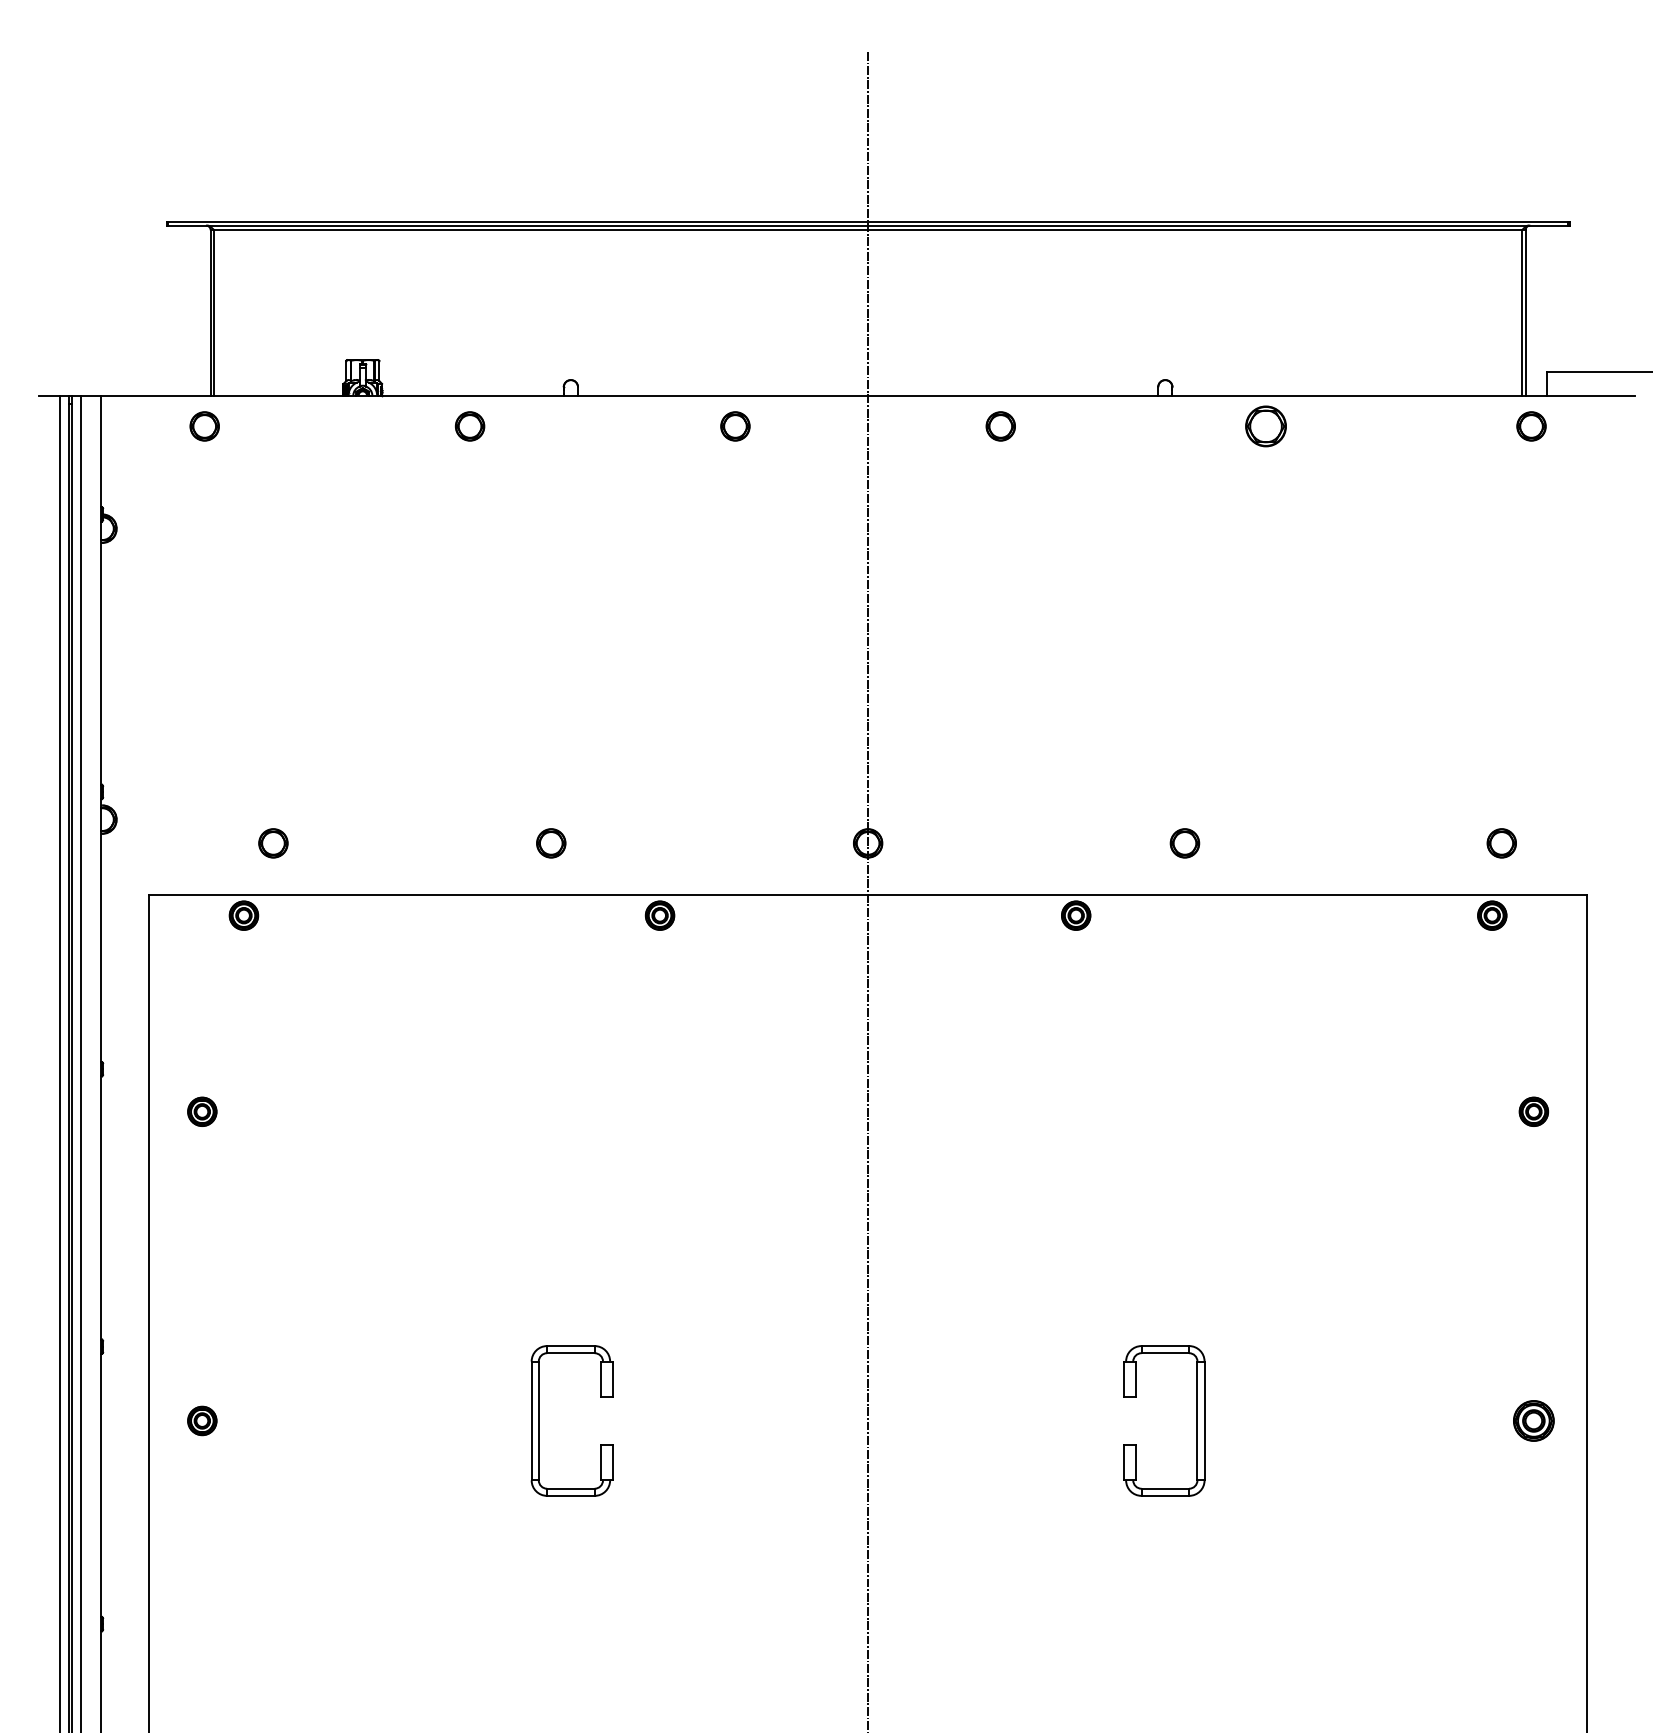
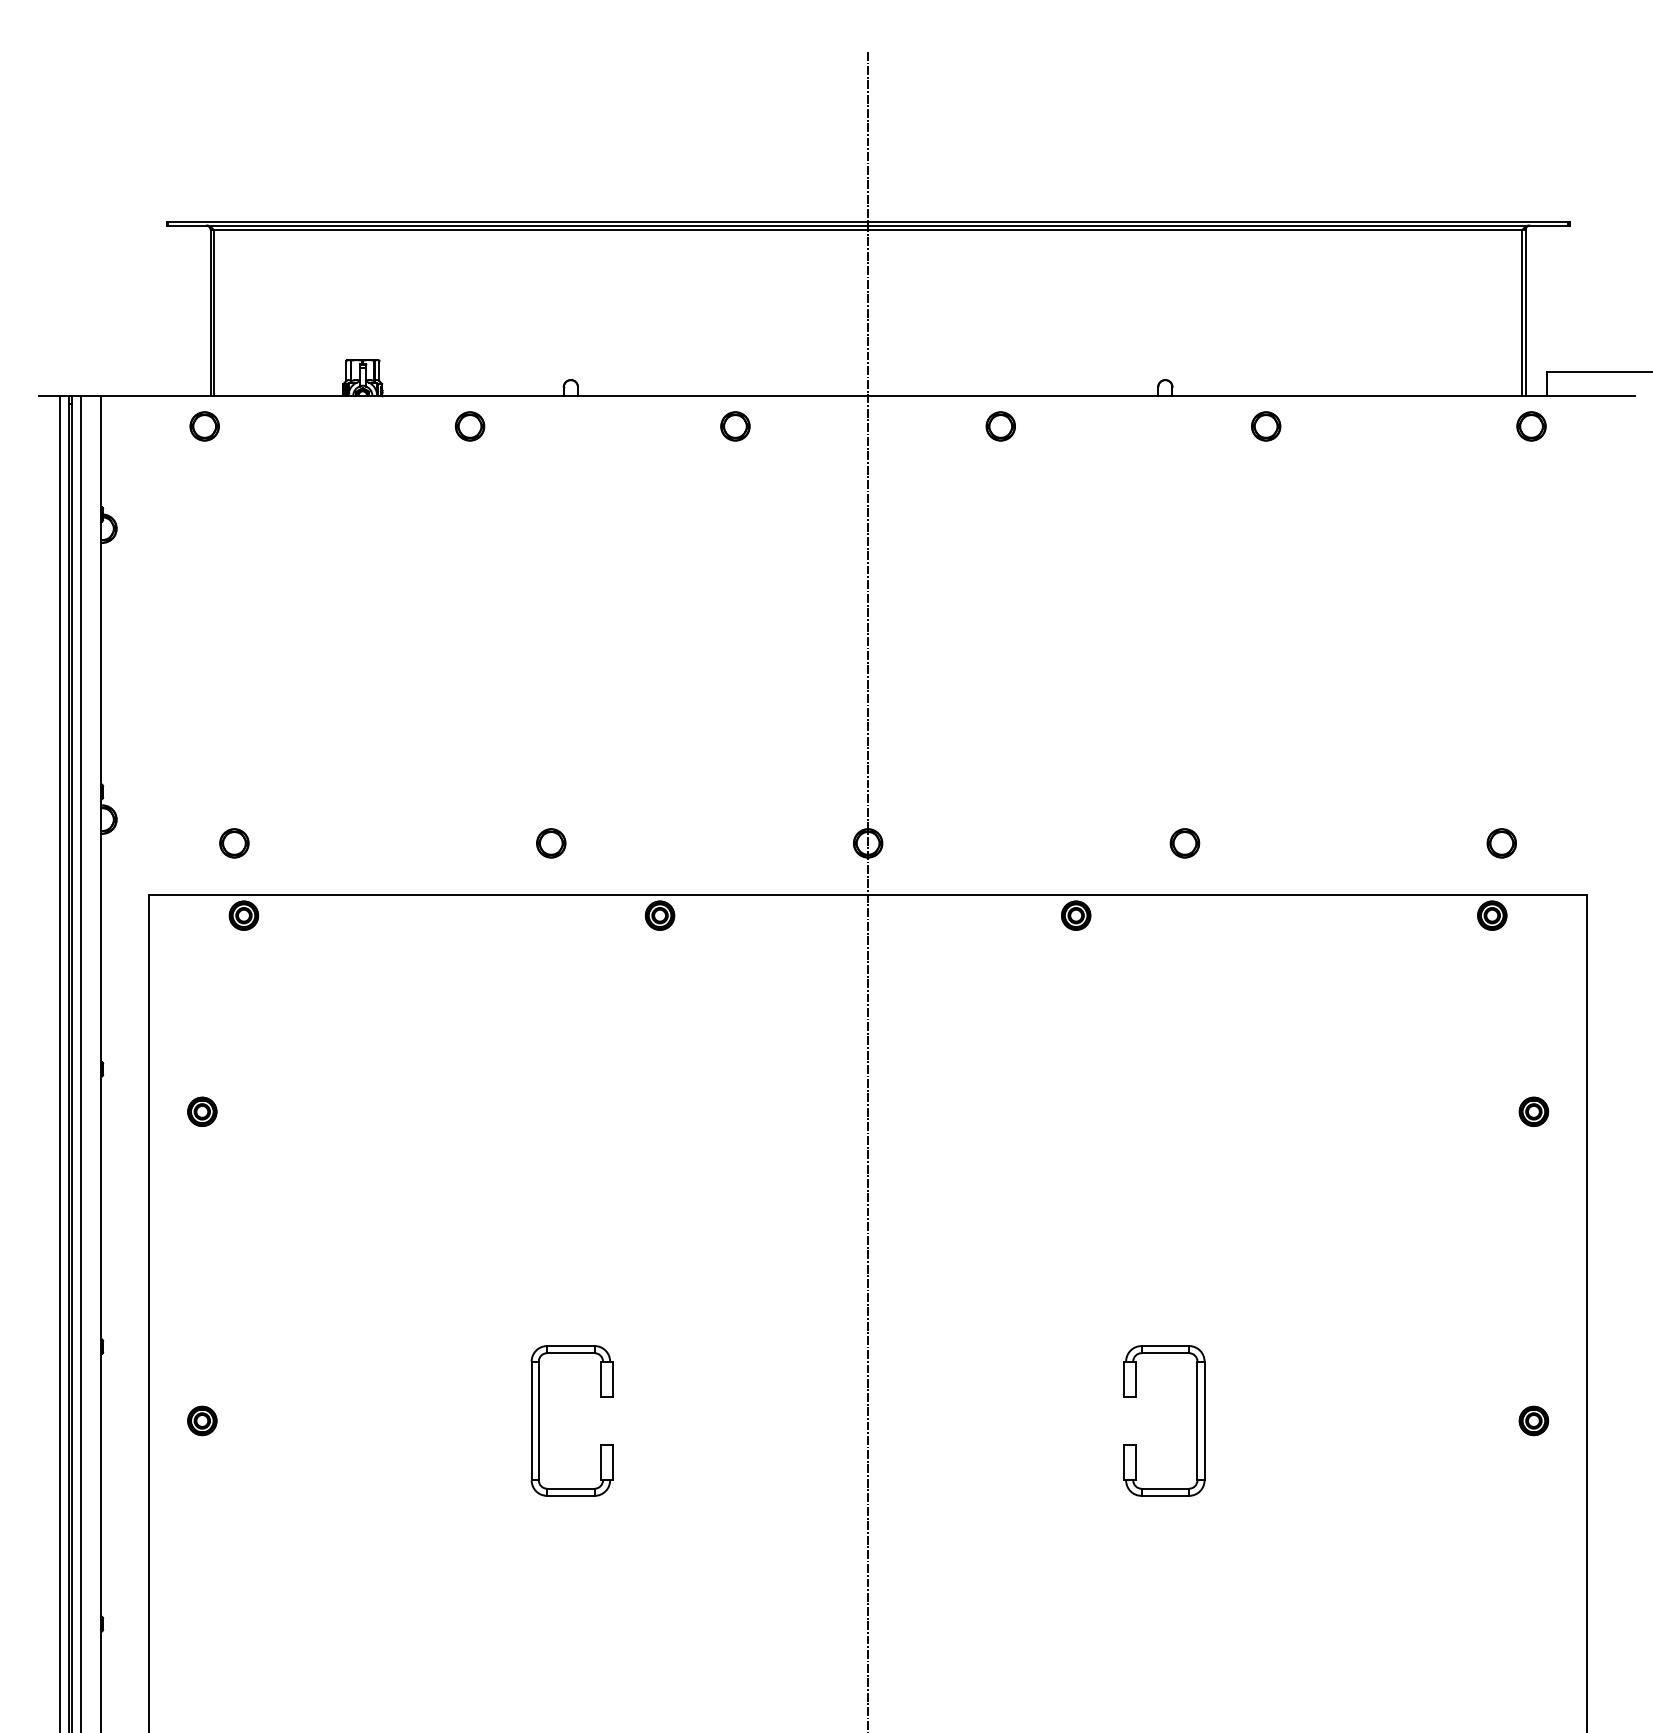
part at (1265, 426) size: 42x43 px -> 31x31 px
part at (273, 843) position: (273, 843) -> (234, 843)
part at (1533, 1420) size: 42x42 px -> 32x32 px
